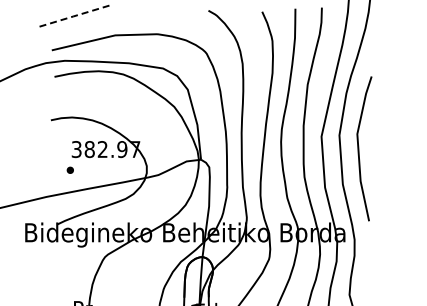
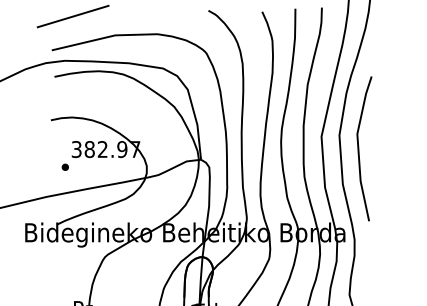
line at (73, 16): dashed -> solid
part at (69, 169) position: (69, 169) -> (64, 166)
